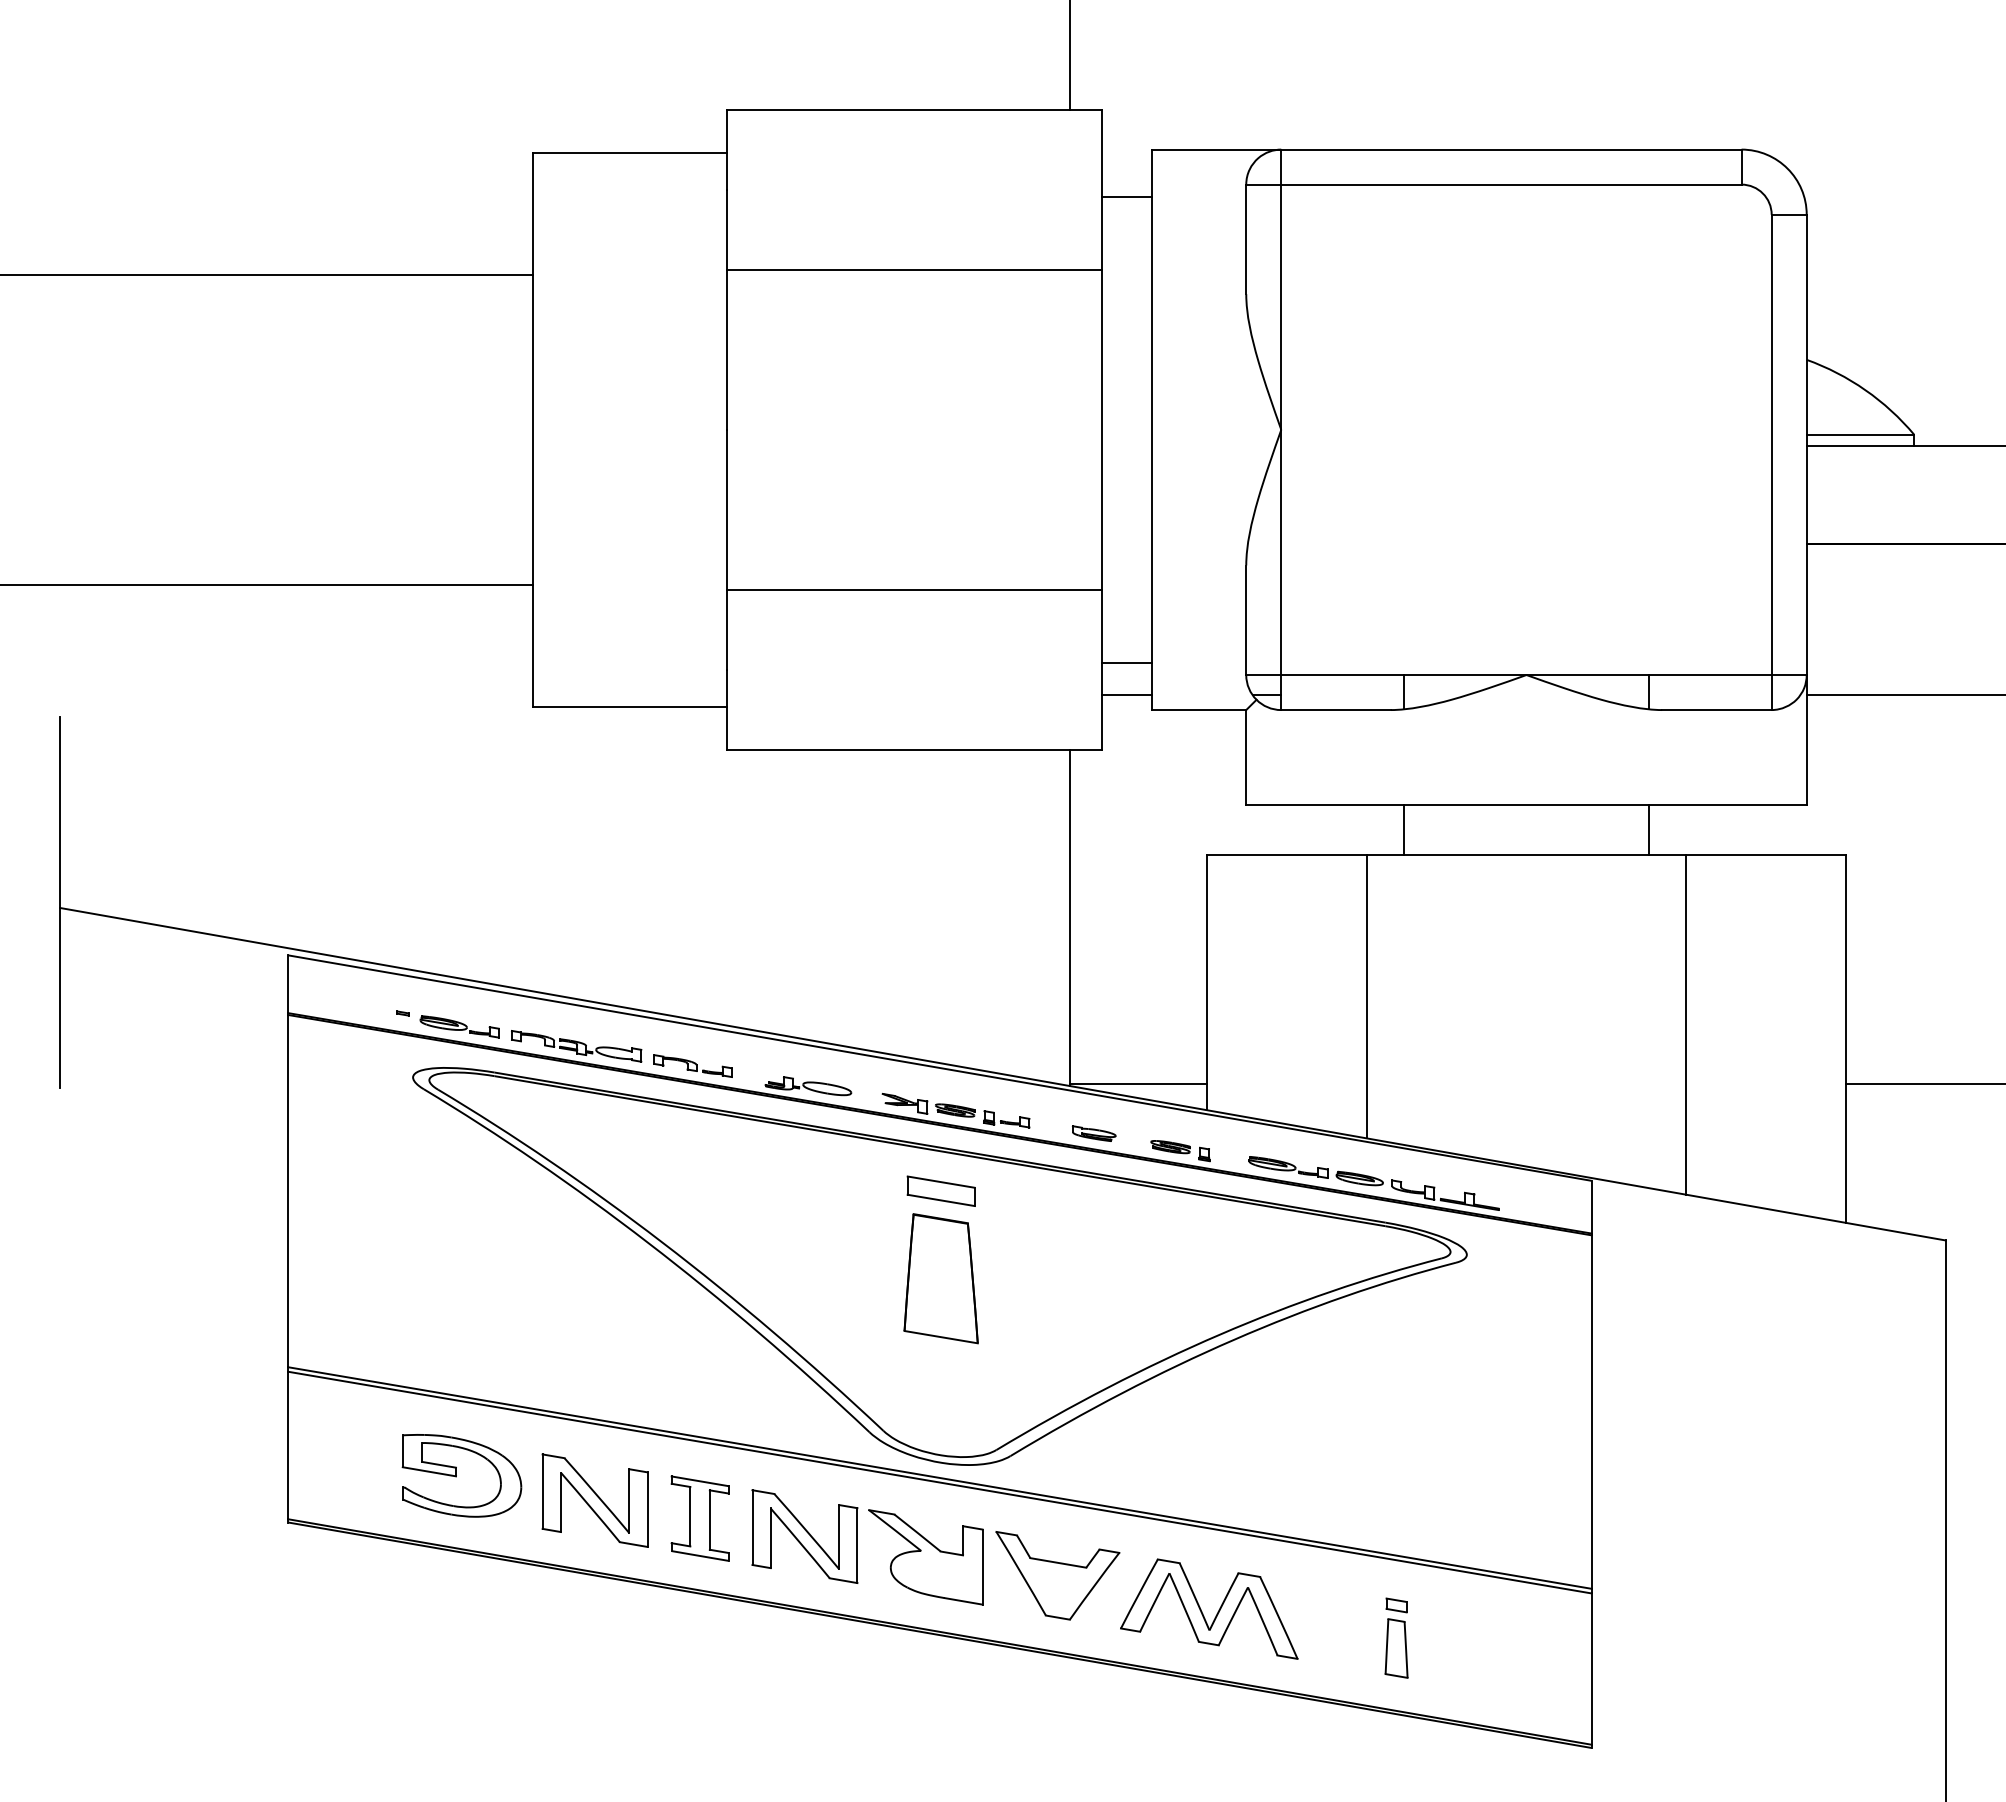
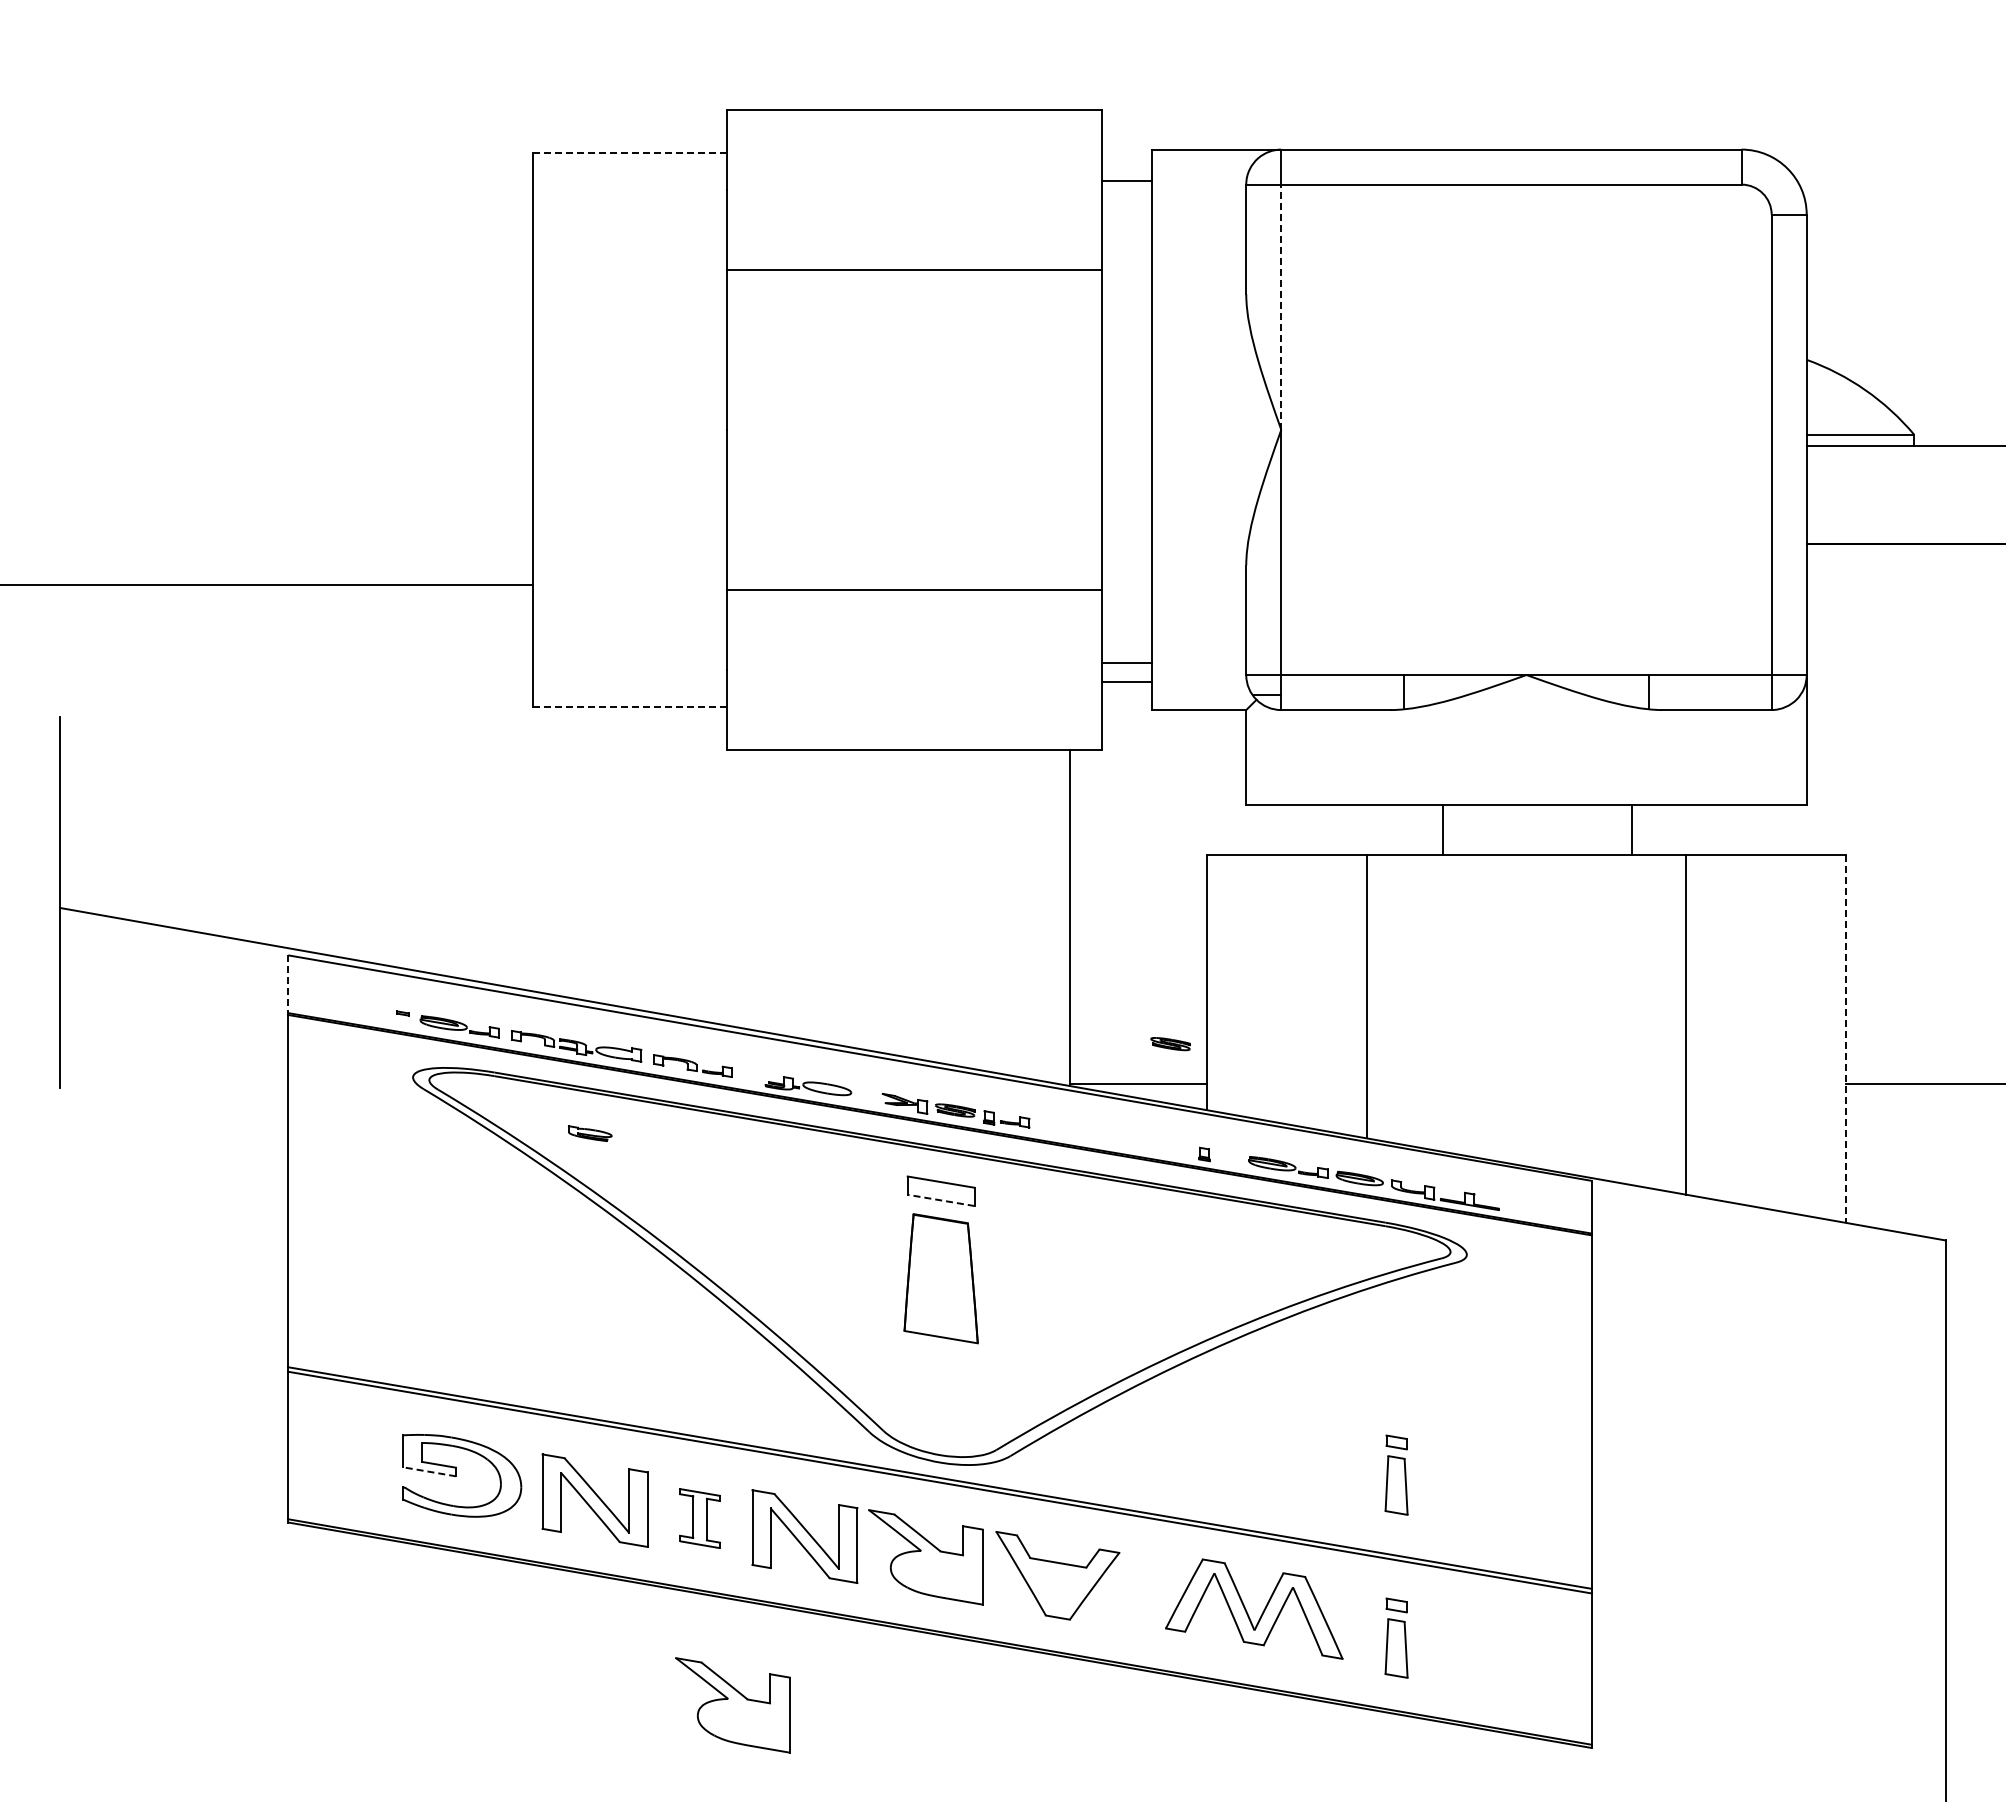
line at (1070, 56): present -> none
line at (629, 152): solid -> dashed
line at (1126, 197) position: (1126, 197) -> (1126, 181)
line at (267, 274): present -> none
line at (1281, 307): solid -> dashed
line at (1126, 695) position: (1126, 695) -> (1126, 682)
line at (1904, 695): present -> none
line at (629, 706): solid -> dashed
line at (1404, 829) position: (1404, 829) -> (1443, 829)
line at (1648, 829) position: (1648, 829) -> (1631, 829)
line at (288, 984): solid -> dashed
line at (1846, 1039): solid -> dashed
part at (1094, 1133) position: (1094, 1133) -> (590, 1133)
part at (1170, 1147) position: (1170, 1147) -> (1170, 1044)
line at (941, 1200): solid -> dashed
line at (428, 1471): solid -> dashed
part at (1396, 1474): none -> present
part at (699, 1518) size: 60x87 px -> 42x61 px
part at (1202, 1611) position: (1202, 1611) -> (1247, 1611)
part at (732, 1705): none -> present
